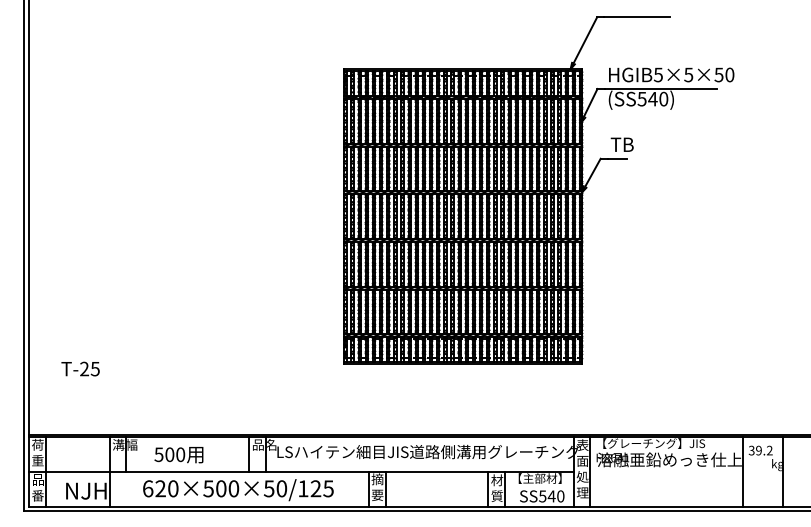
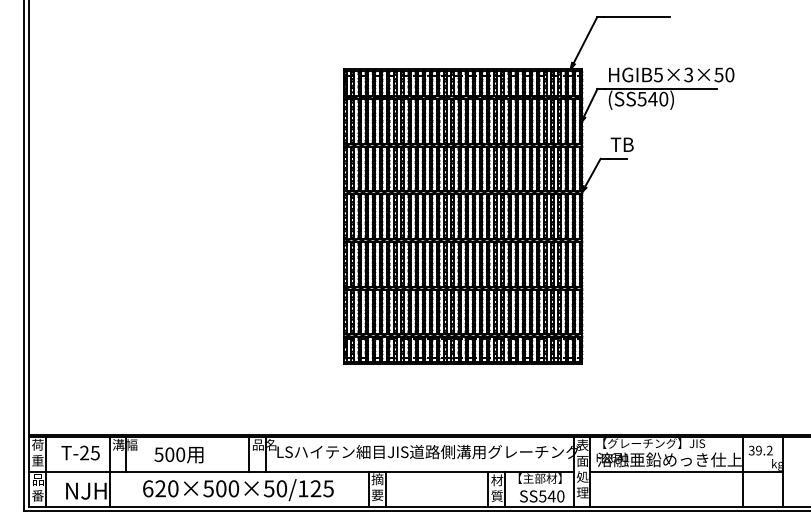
text at (688, 74): HGIB5×5×50 -> HGIB5×3×50
text at (80, 368) position: (80, 368) -> (80, 452)
line at (686, 471): none -> present
